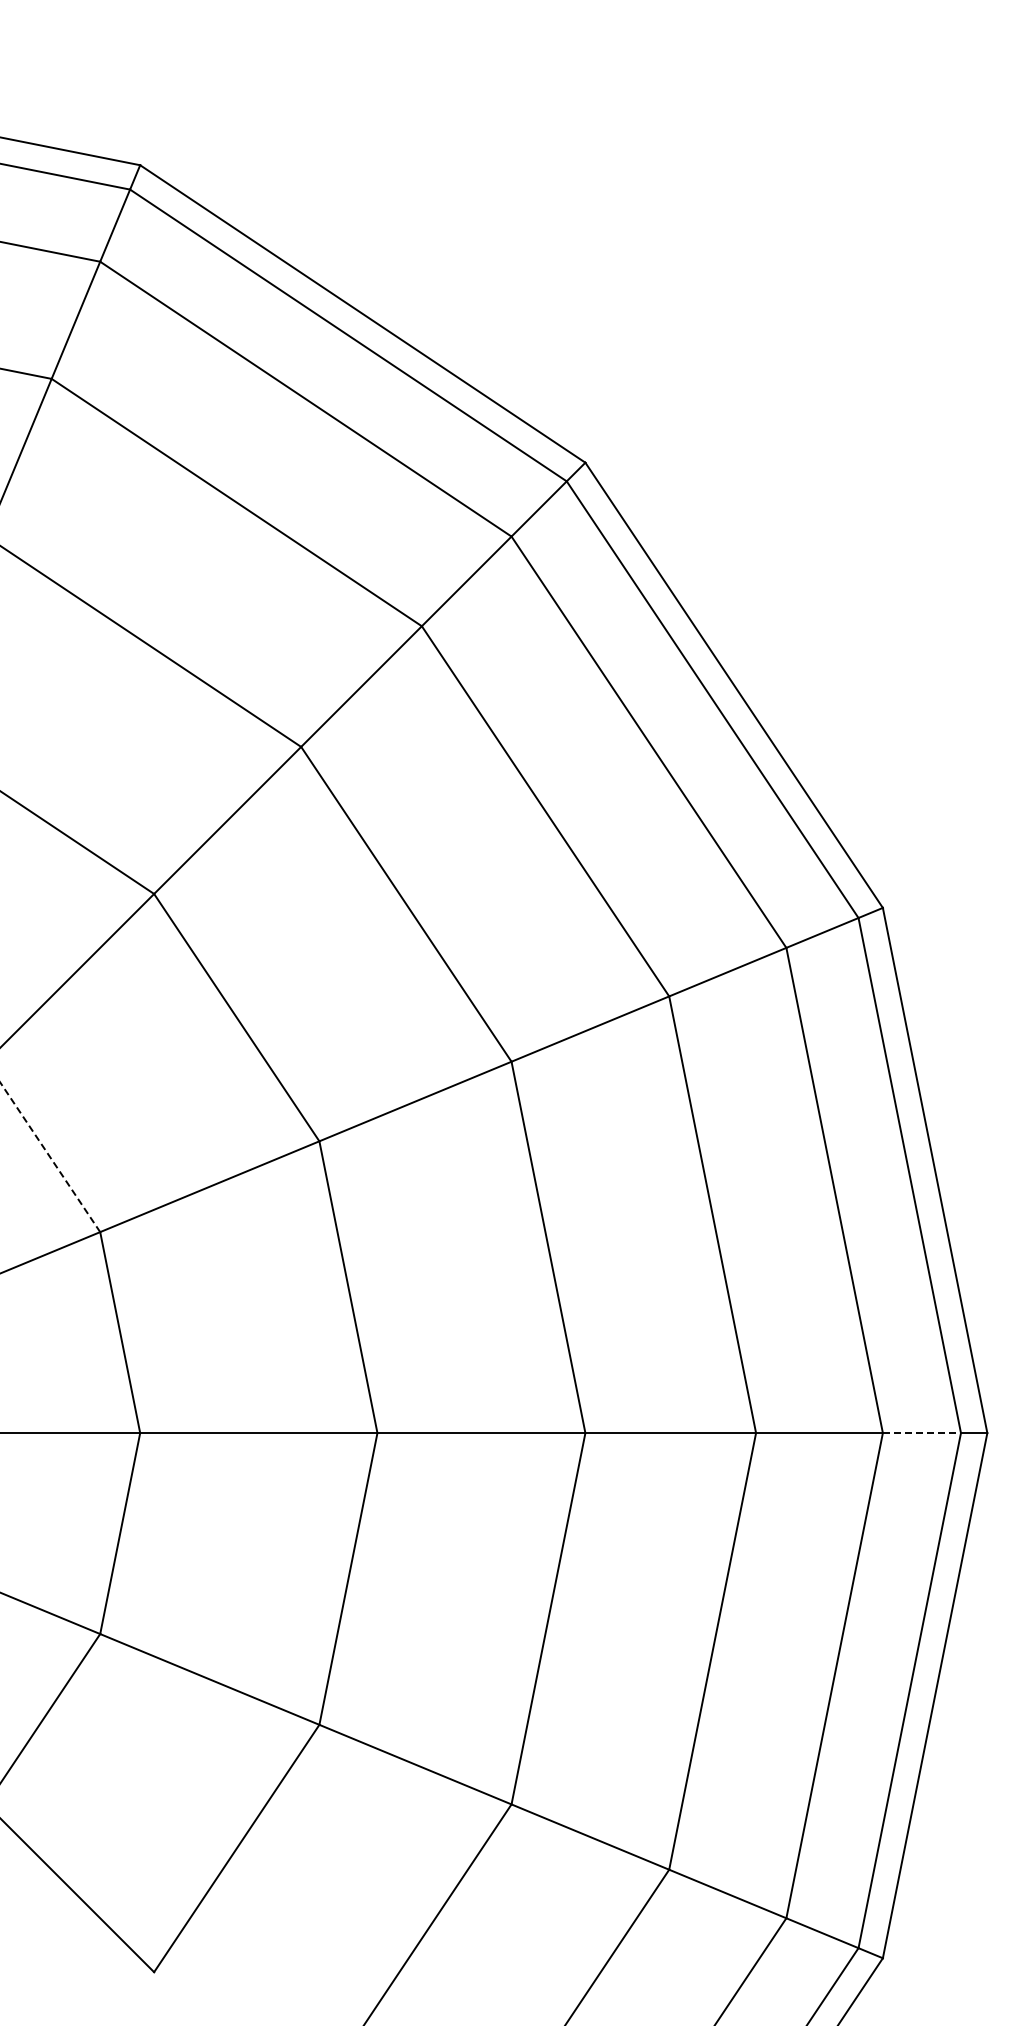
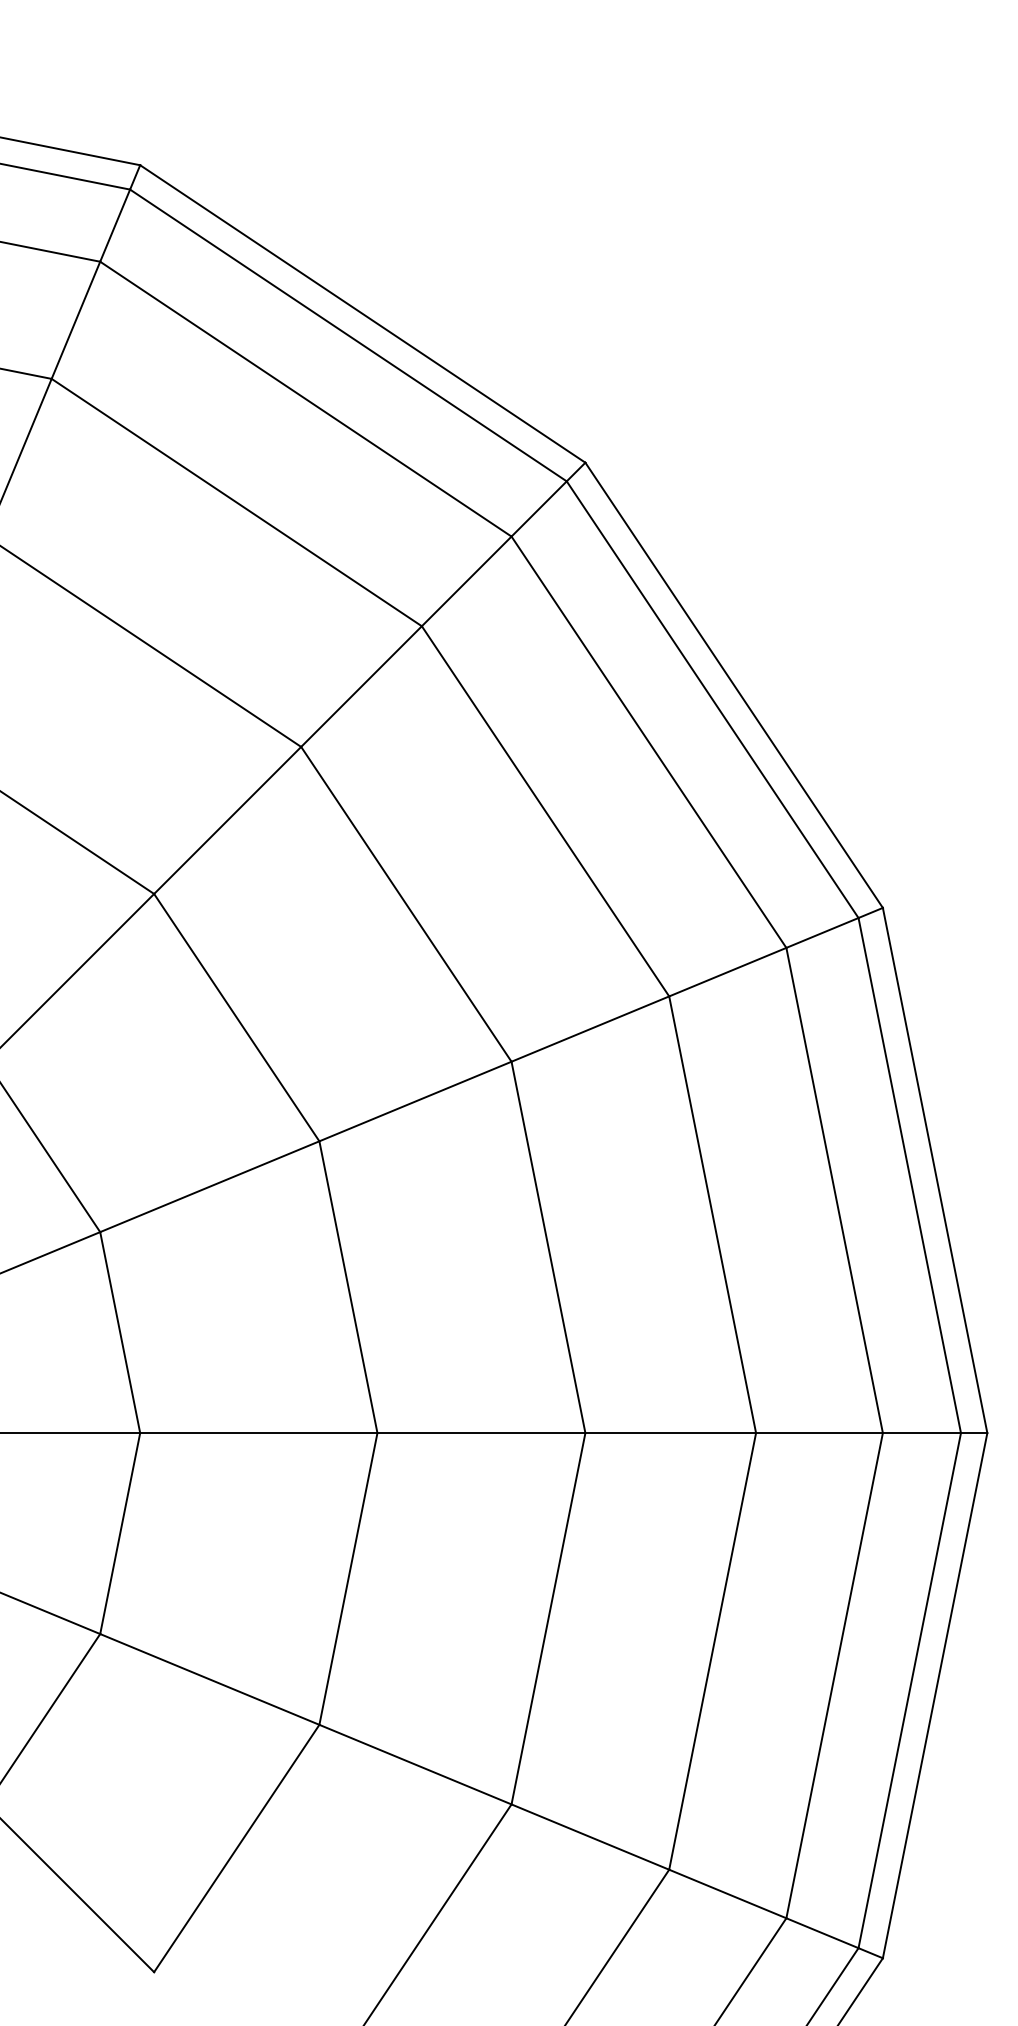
line at (50, 1157): dashed -> solid
line at (922, 1433): dashed -> solid
